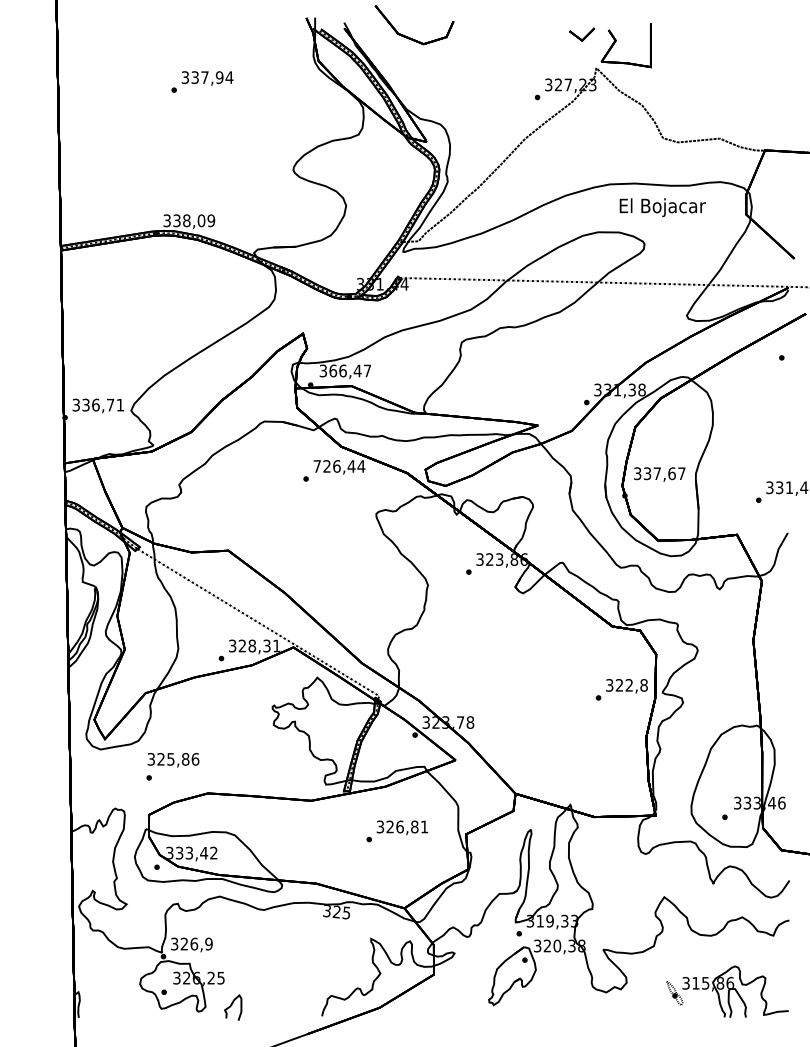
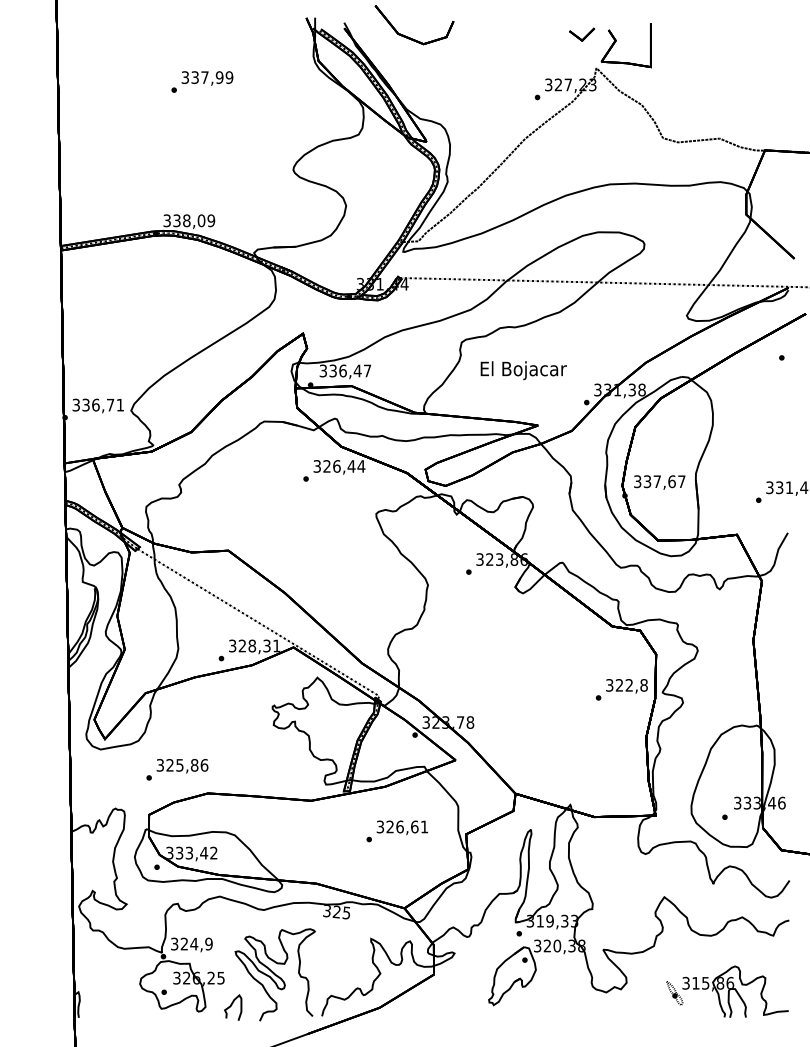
text at (229, 77): 337,94 -> 337,99
text at (662, 207) position: (662, 207) -> (523, 370)
text at (333, 370): 366,47 -> 336,47
text at (316, 466): 726,44 -> 326,44
text at (659, 474) position: (659, 474) -> (659, 482)
text at (173, 760) position: (173, 760) -> (182, 766)
text at (414, 826): 326,81 -> 326,61
text at (194, 943): 326,9 -> 324,9
curve at (274, 974): none -> present
